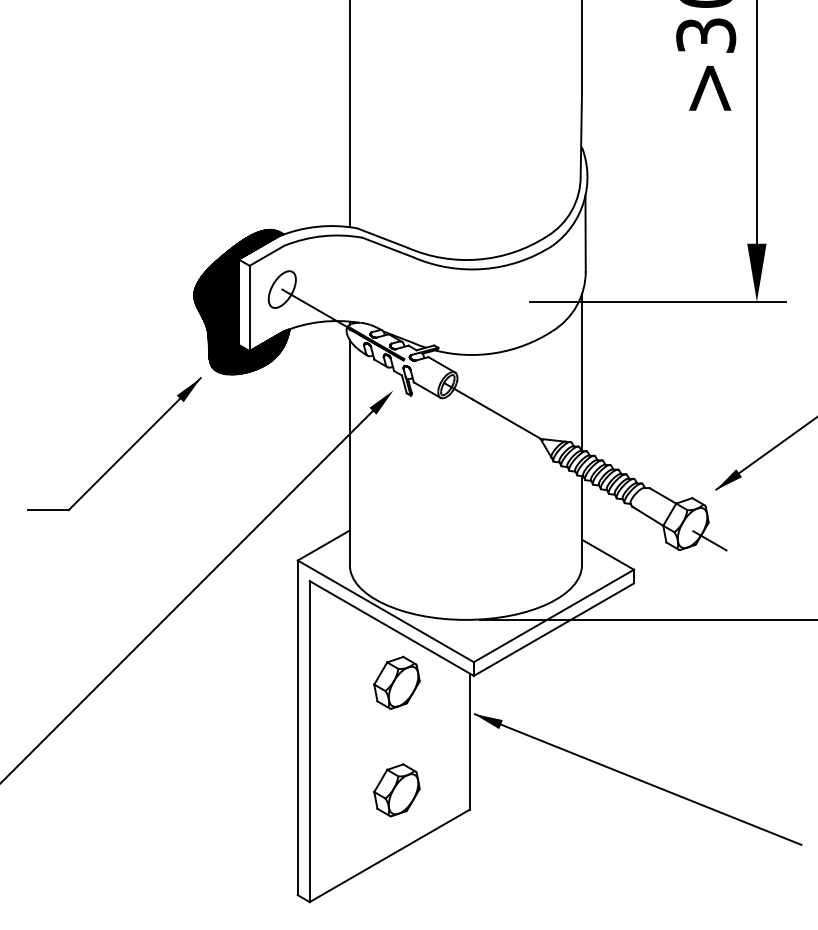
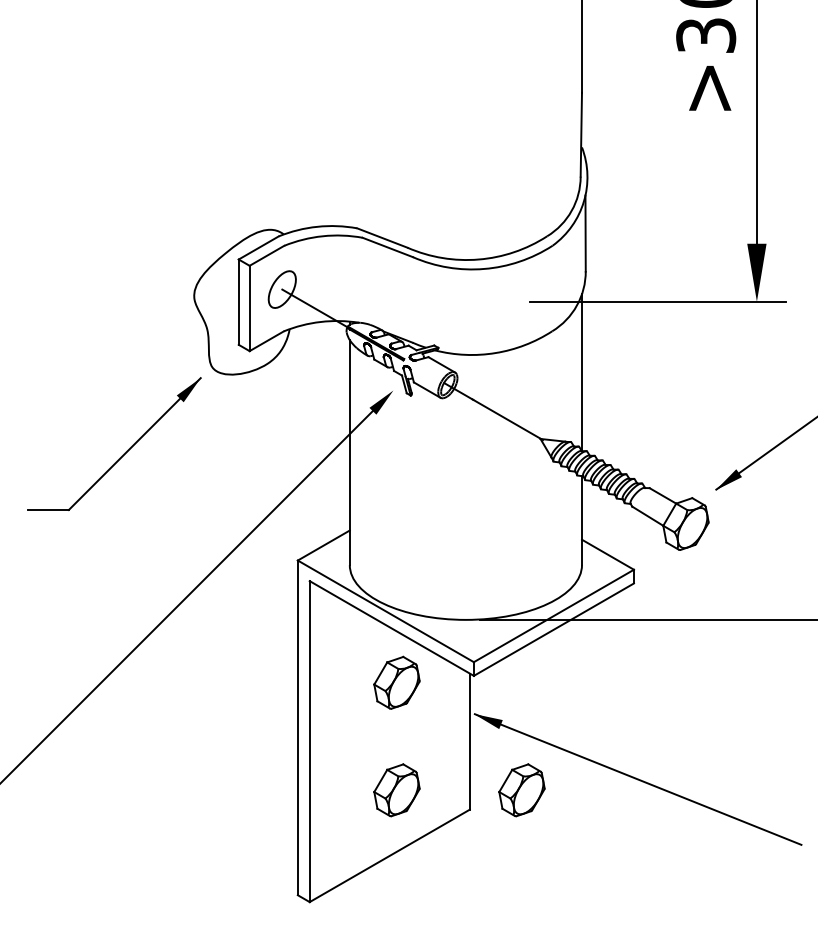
line at (349, 114): present -> none
hatch at (241, 301): present -> none
line at (709, 540): present -> none
part at (521, 790): none -> present
